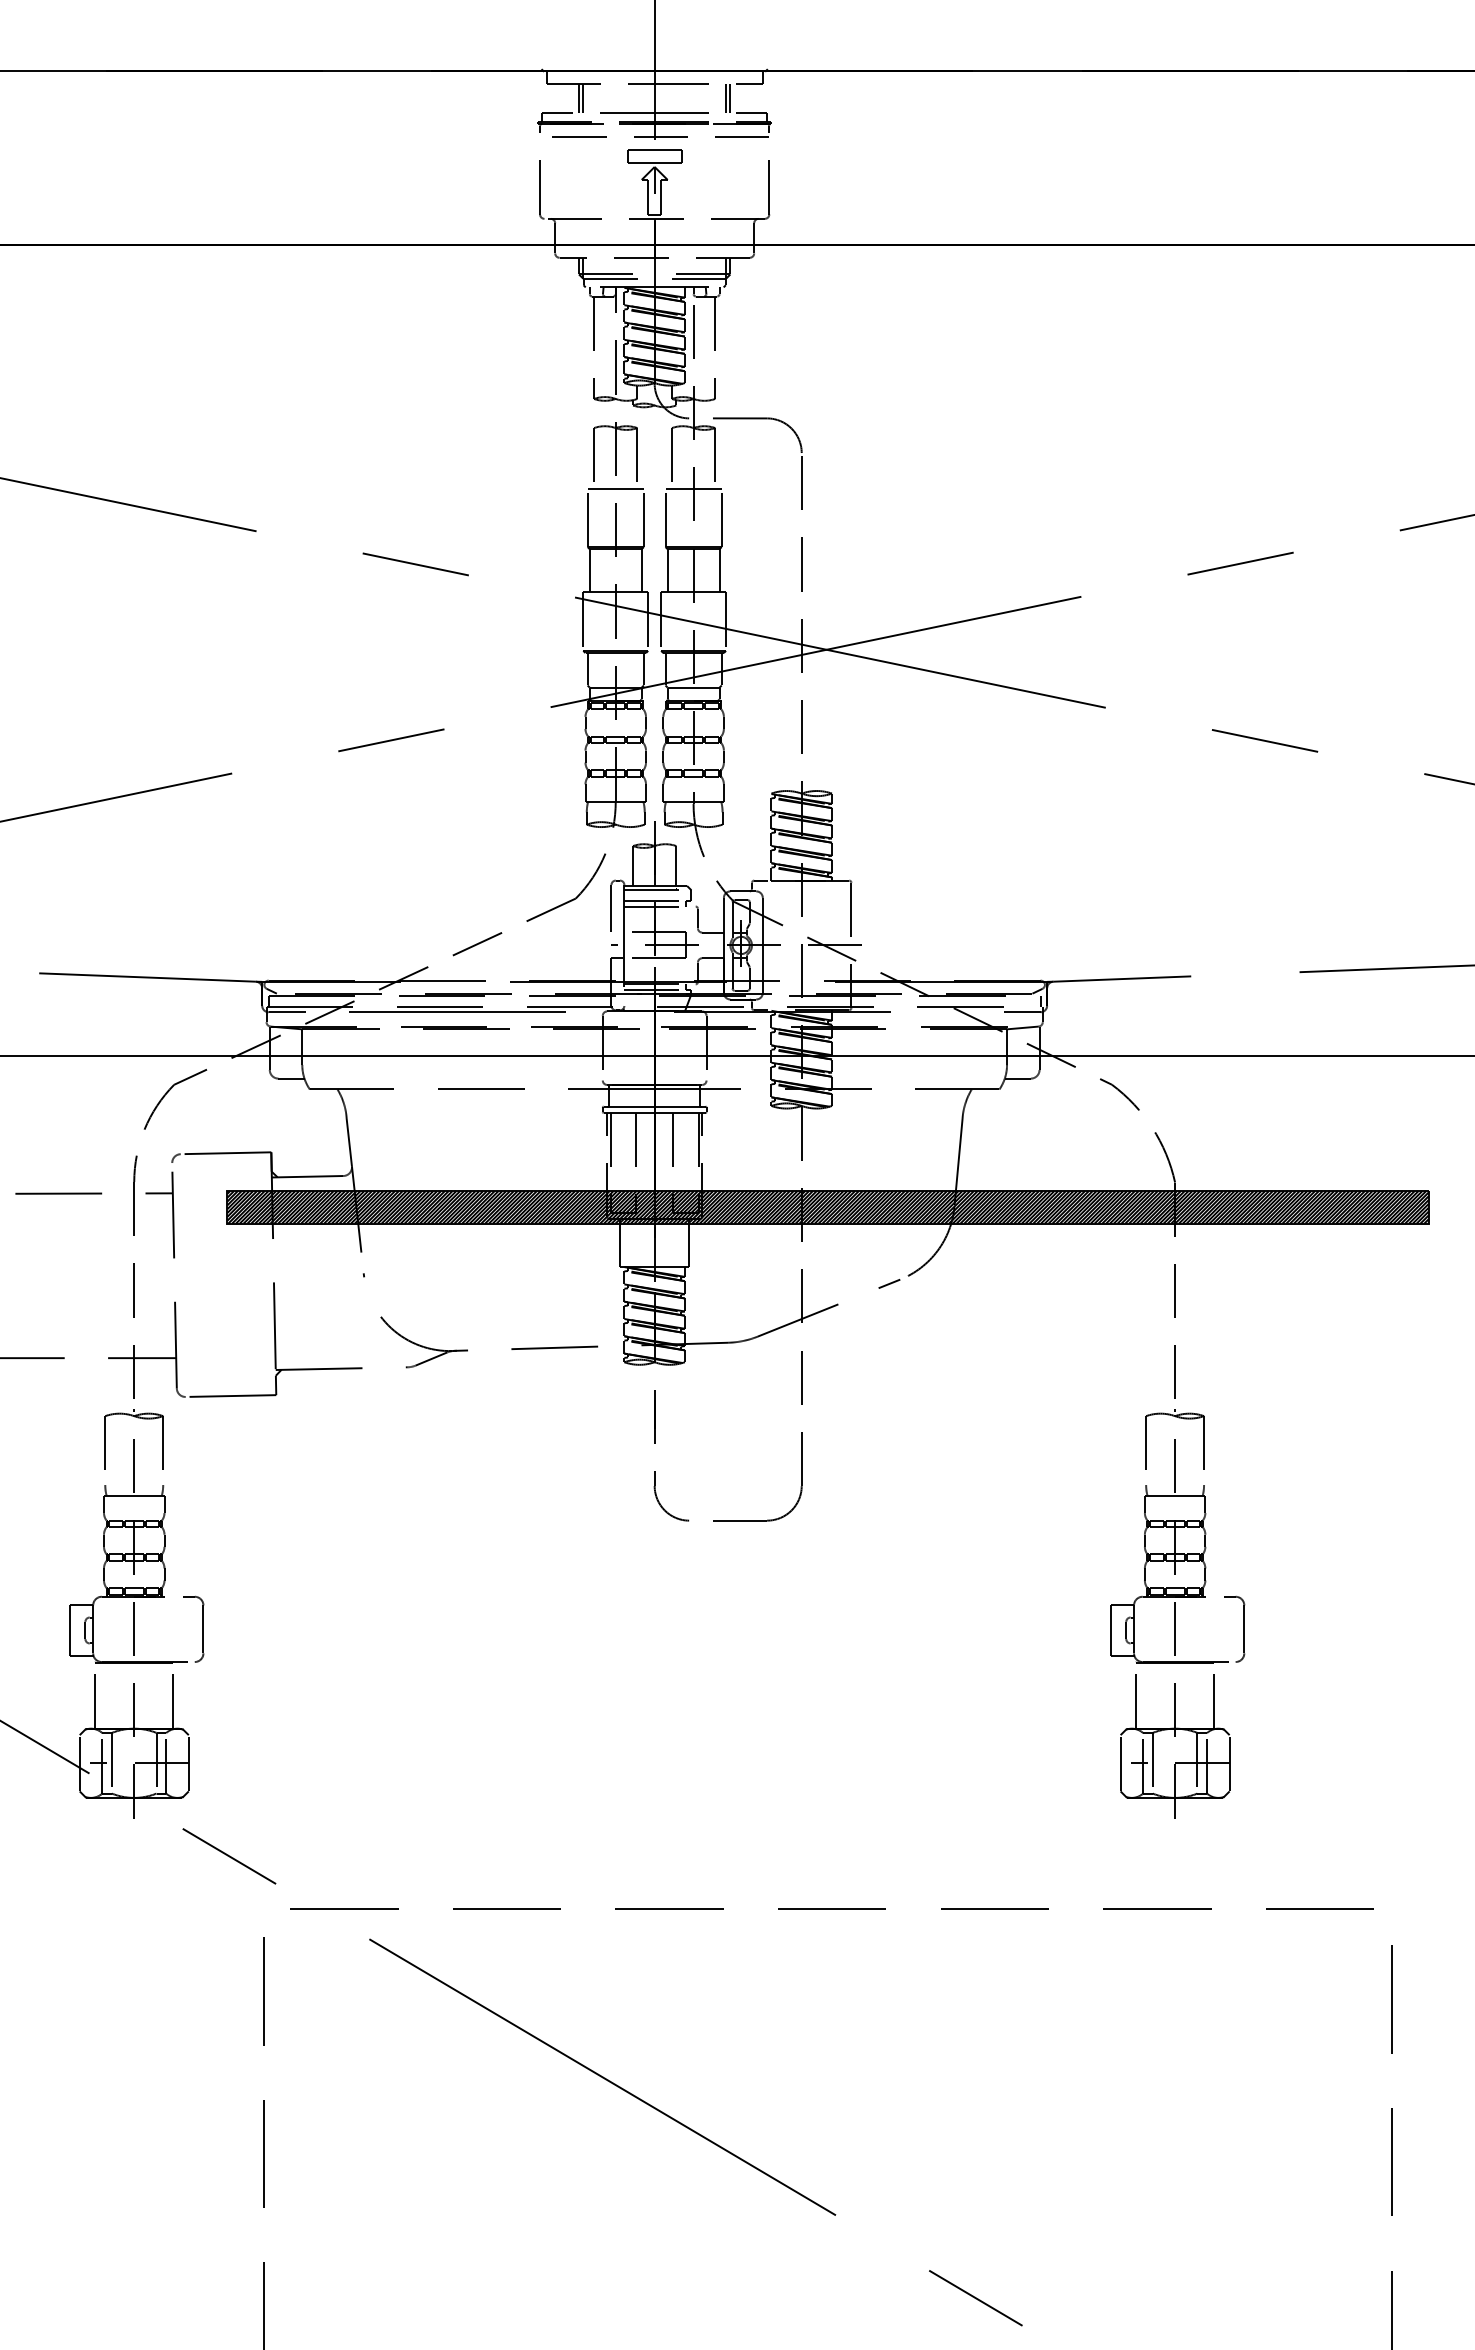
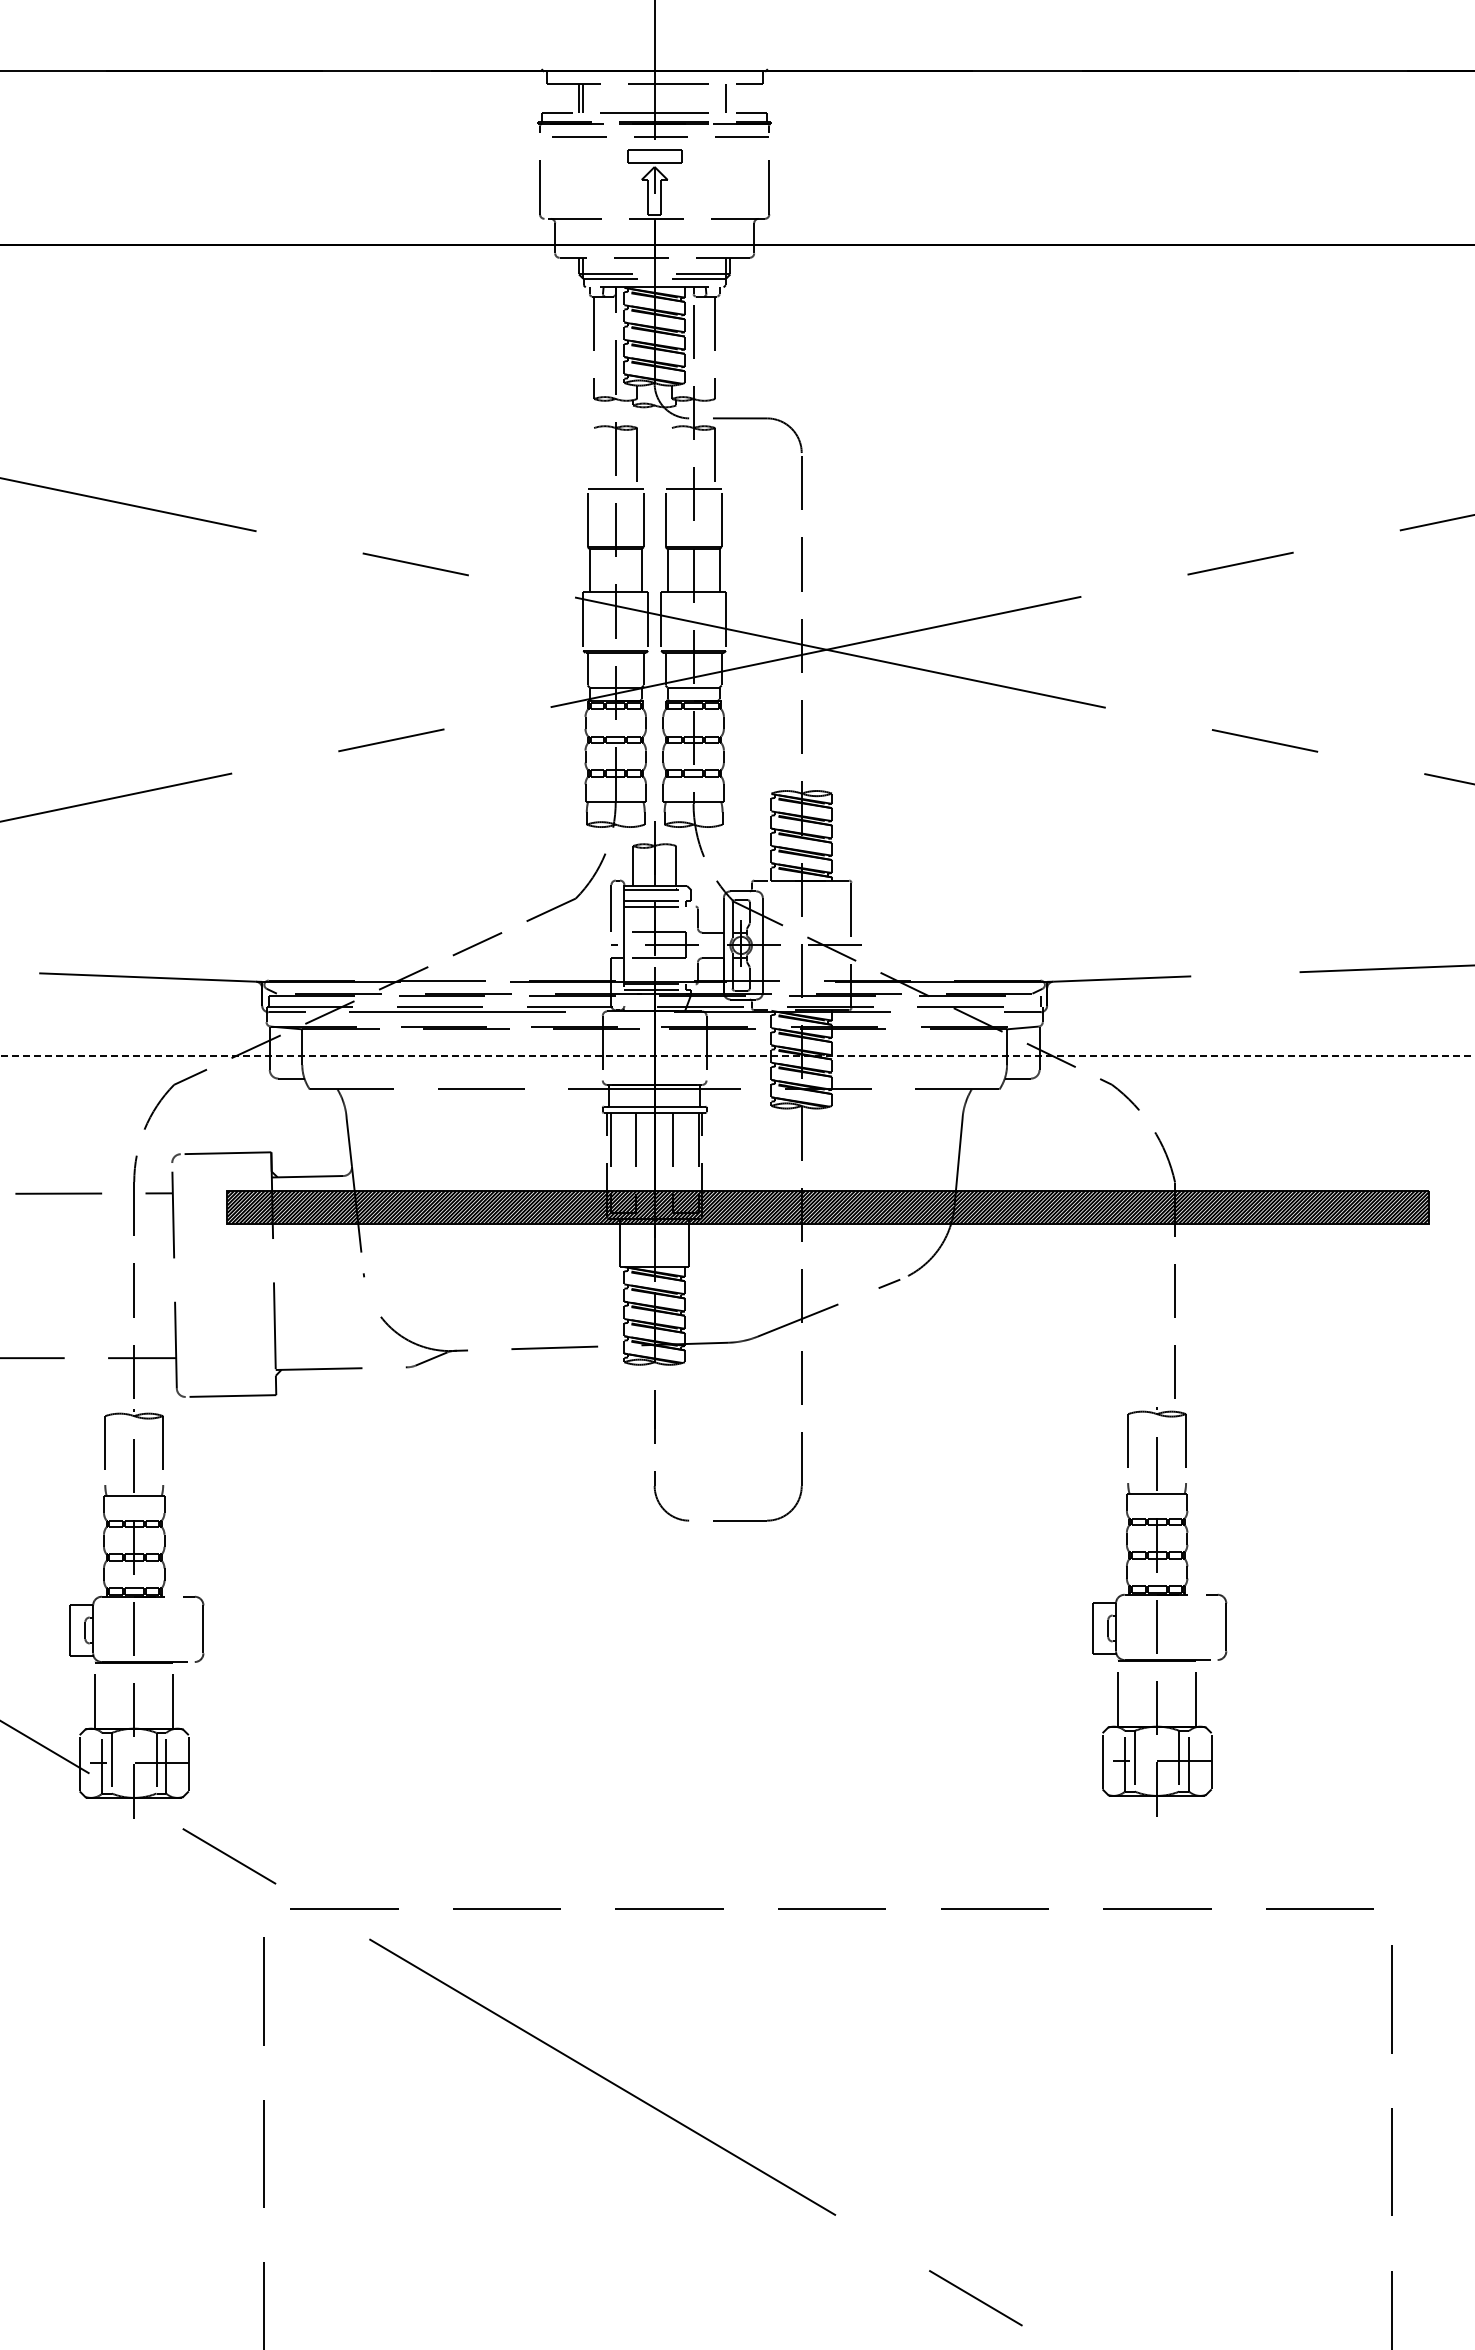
line at (730, 98): present -> none
line at (594, 458): present -> none
line at (671, 458): present -> none
line at (737, 1055): solid -> dashed
part at (1177, 1613) position: (1177, 1613) -> (1159, 1611)
